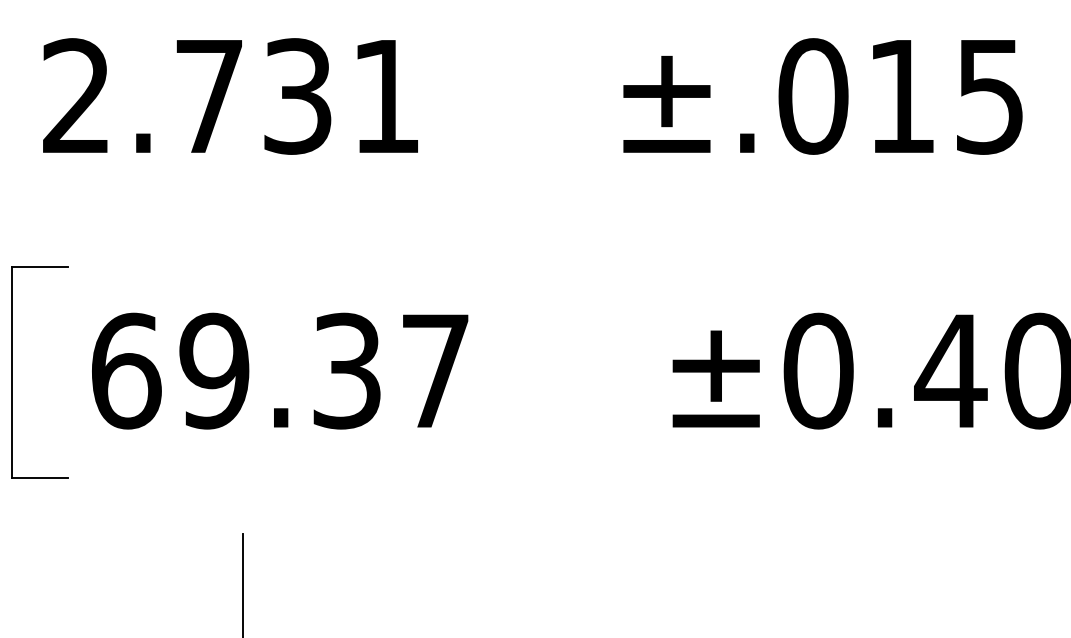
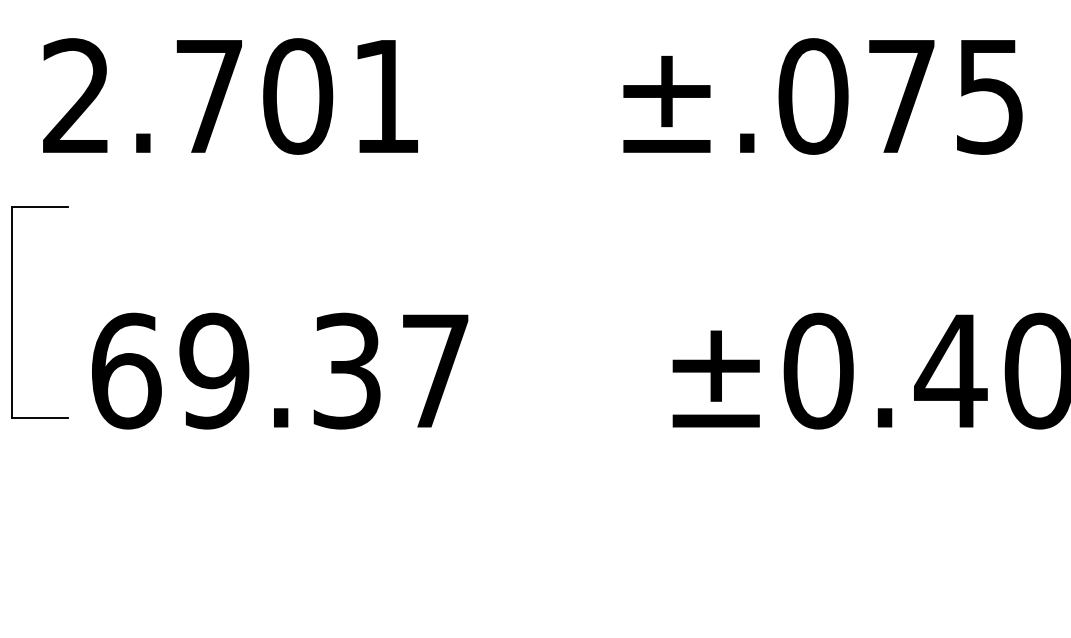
text at (298, 96): 2.731 -> 2.701
text at (901, 96): ±.015 -> ±.075
part at (12, 372) position: (12, 372) -> (12, 312)
line at (243, 584): present -> none
